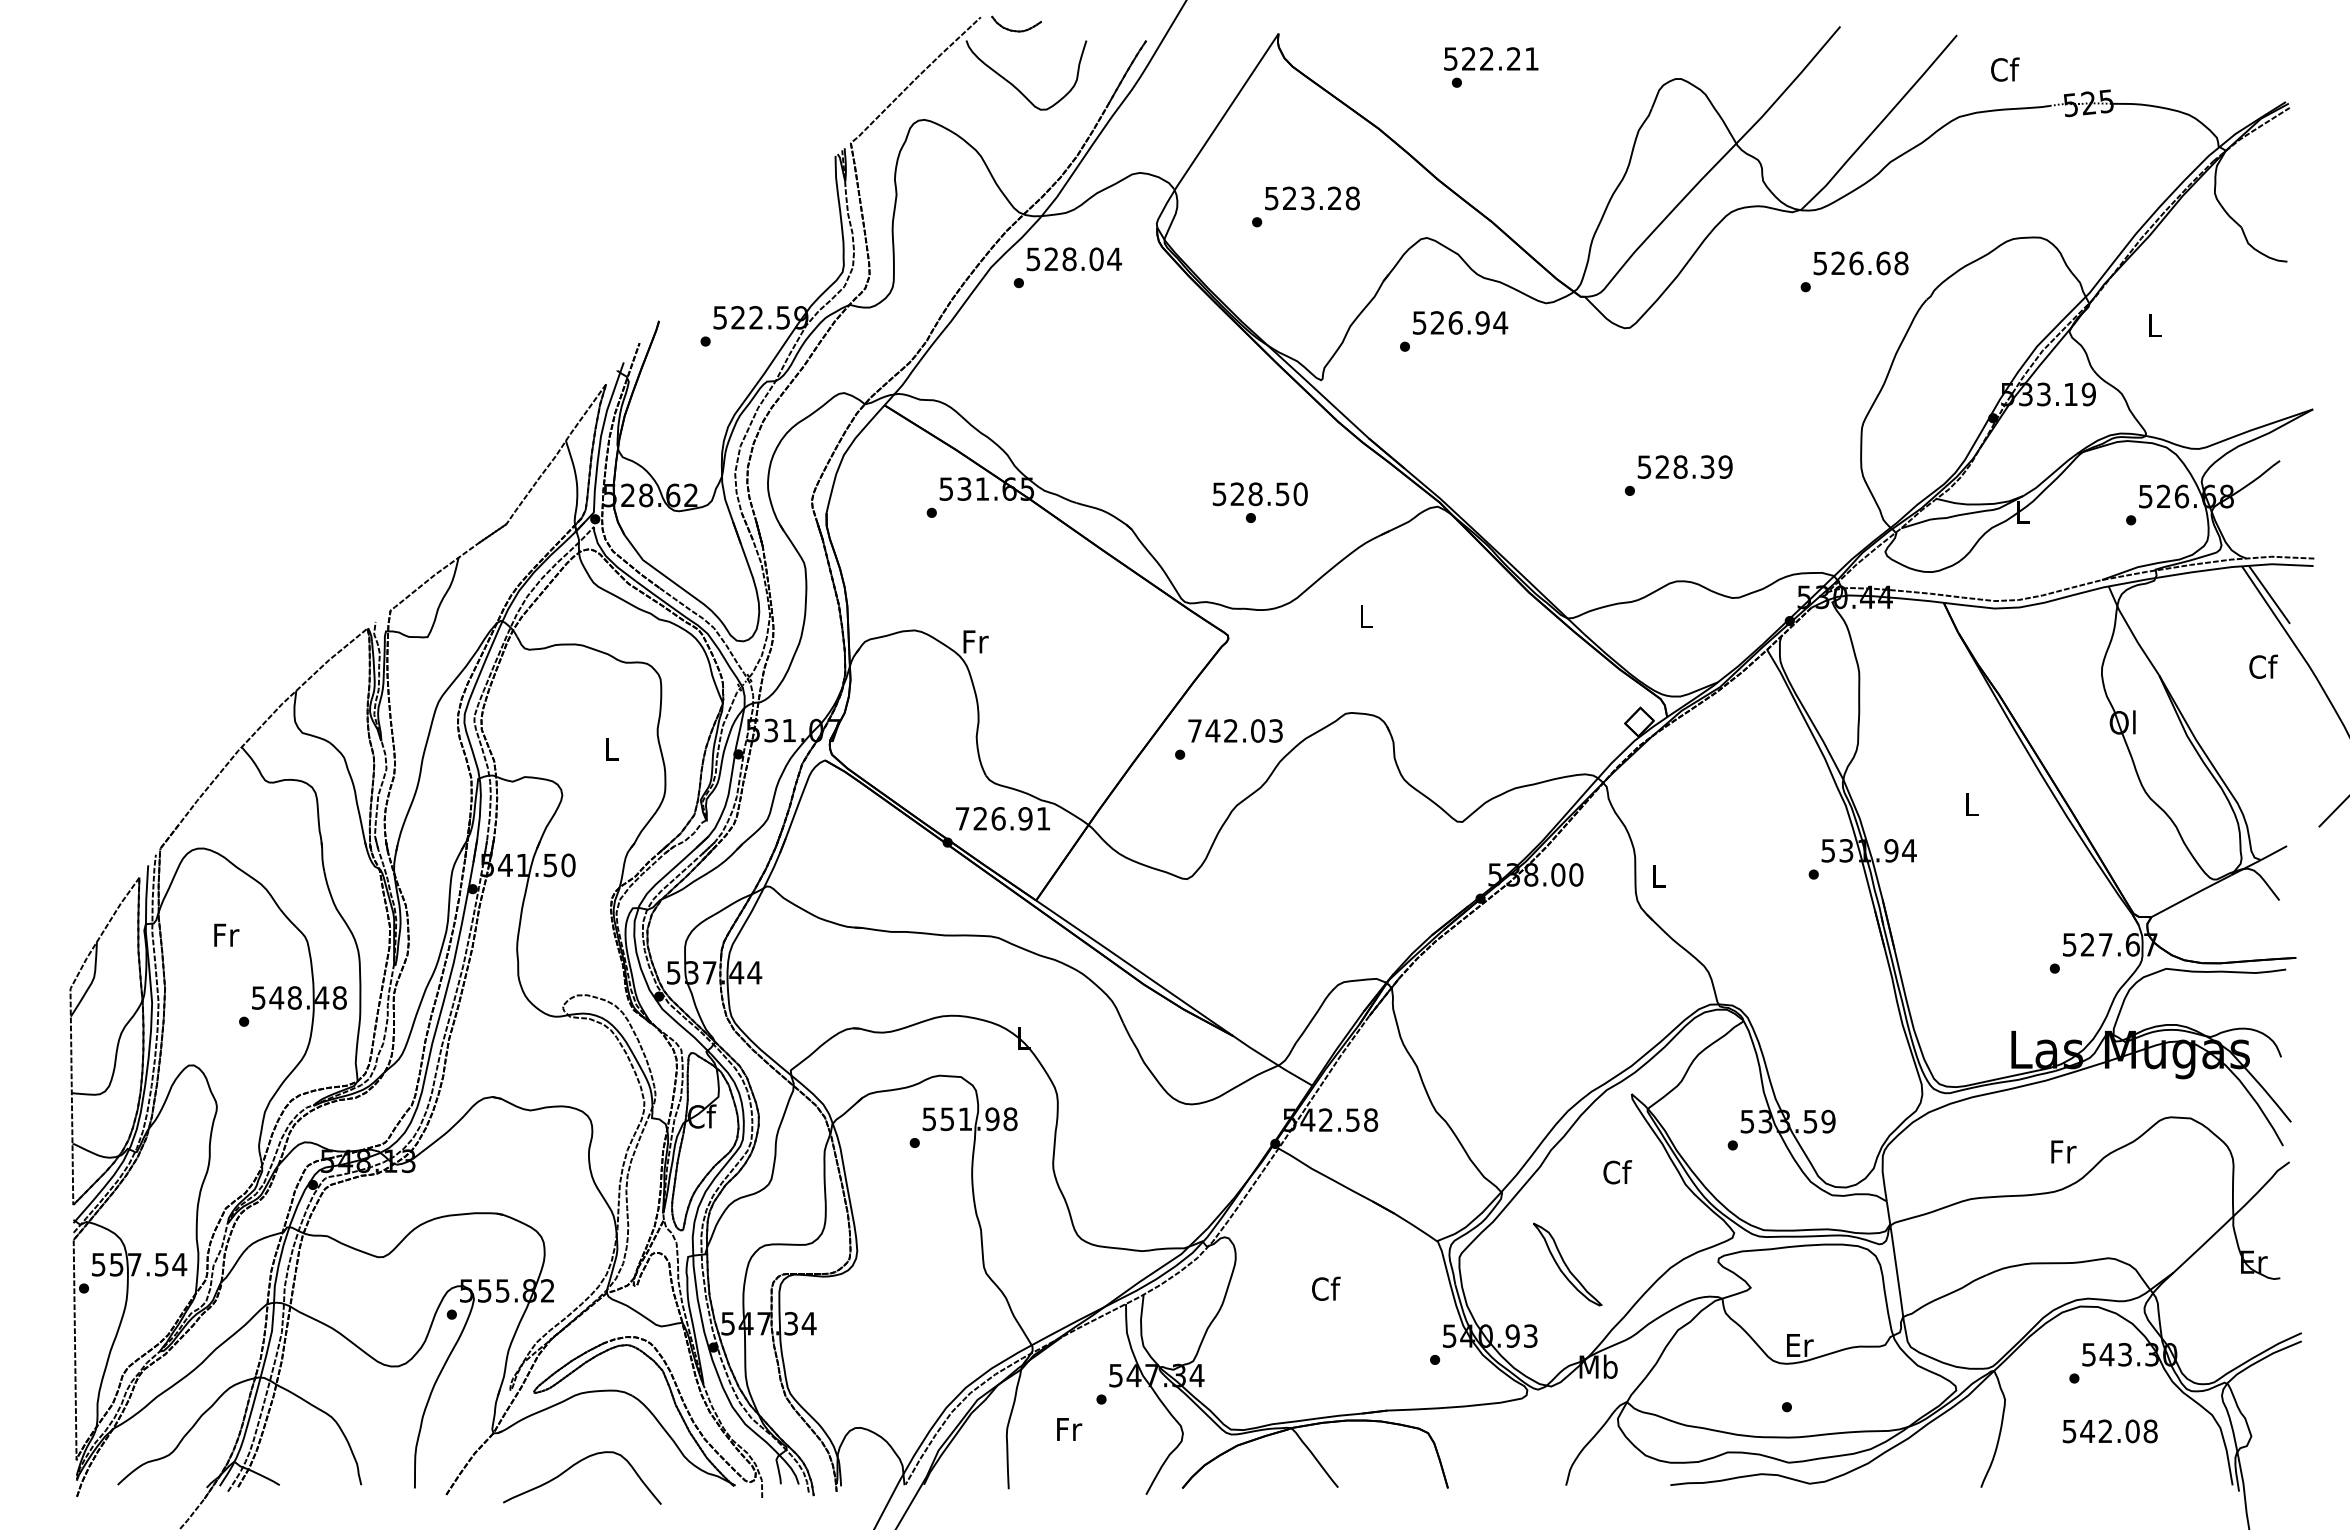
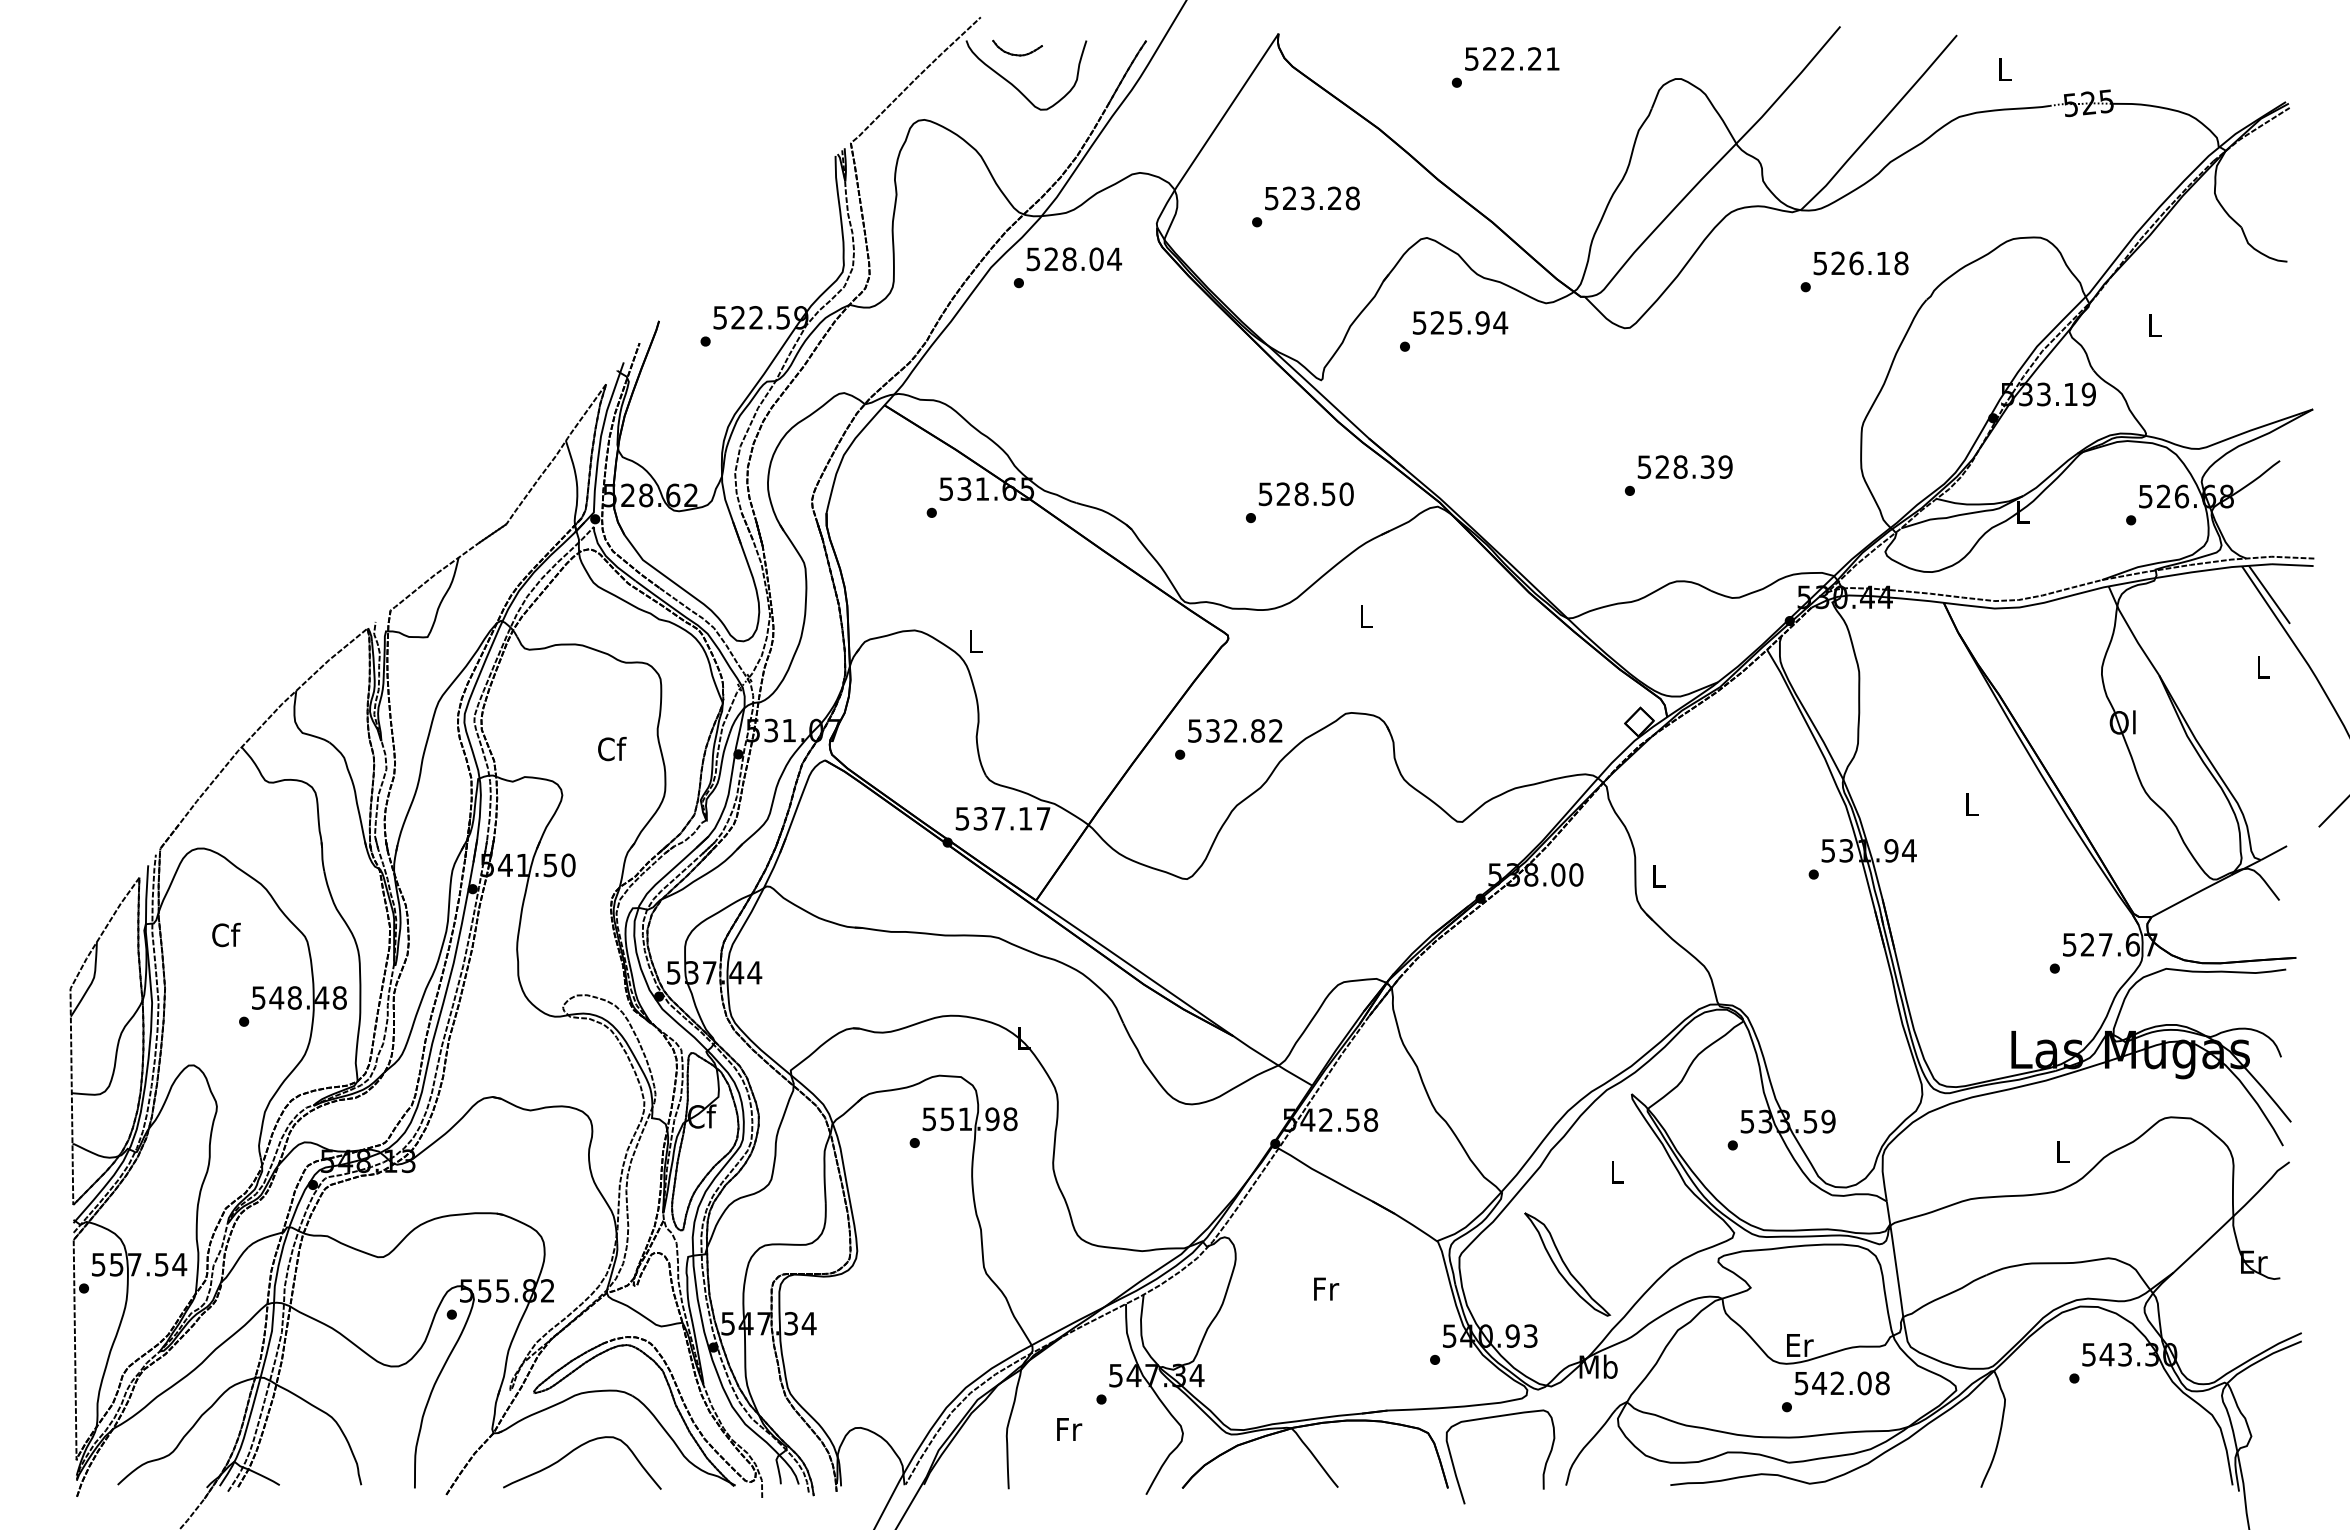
part at (1016, 30) position: (1016, 30) -> (1017, 54)
text at (1491, 58) position: (1491, 58) -> (1512, 58)
text at (2005, 69): Cf -> L
text at (1883, 263): 526.68 -> 526.18
text at (1455, 322): 526.94 -> 525.94
text at (1259, 494) position: (1259, 494) -> (1305, 494)
text at (975, 641): Fr -> L
text at (2263, 666): Cf -> L
text at (1235, 730): 742.03 -> 532.82
text at (612, 748): L -> Cf
text at (1002, 818): 726.91 -> 537.17
text at (226, 934): Fr -> Cf
text at (2063, 1151): Fr -> L
text at (1617, 1172): Cf -> L
part at (1567, 1264) size: 70x85 px -> 88x105 px
text at (1326, 1288): Cf -> Fr
curve at (1498, 1417): none -> present
text at (2109, 1431) position: (2109, 1431) -> (1841, 1383)
curve at (575, 1465) position: (575, 1465) -> (575, 1450)
